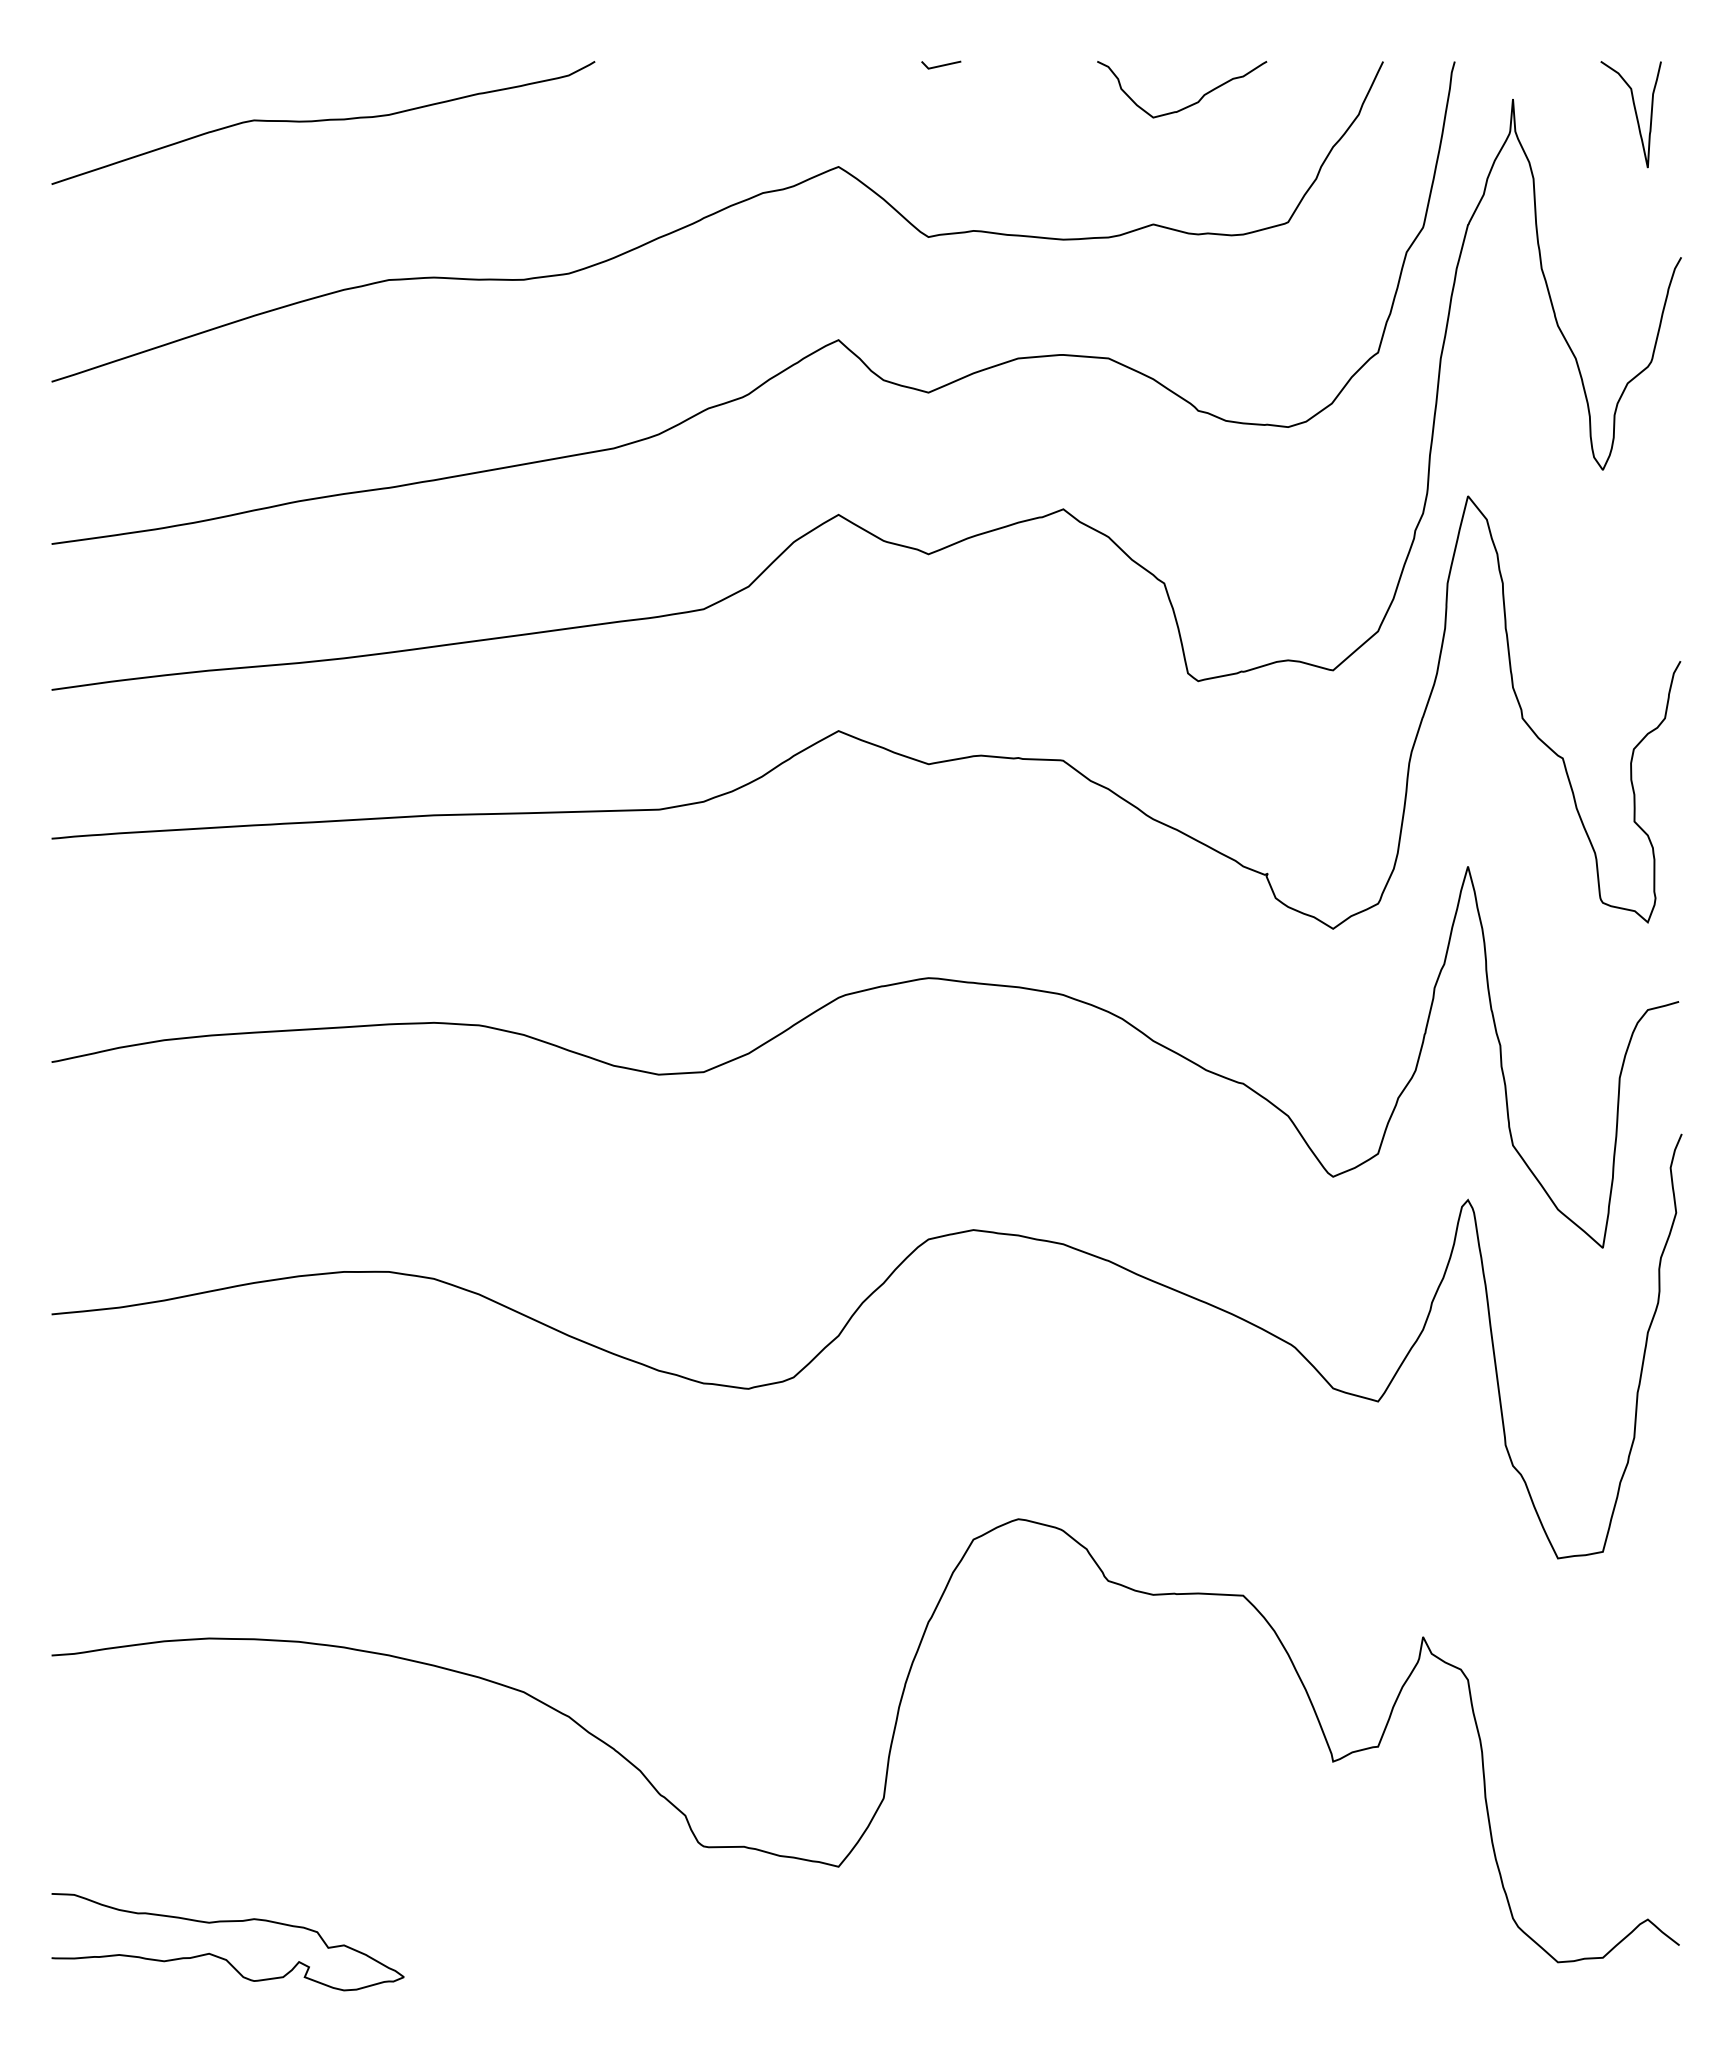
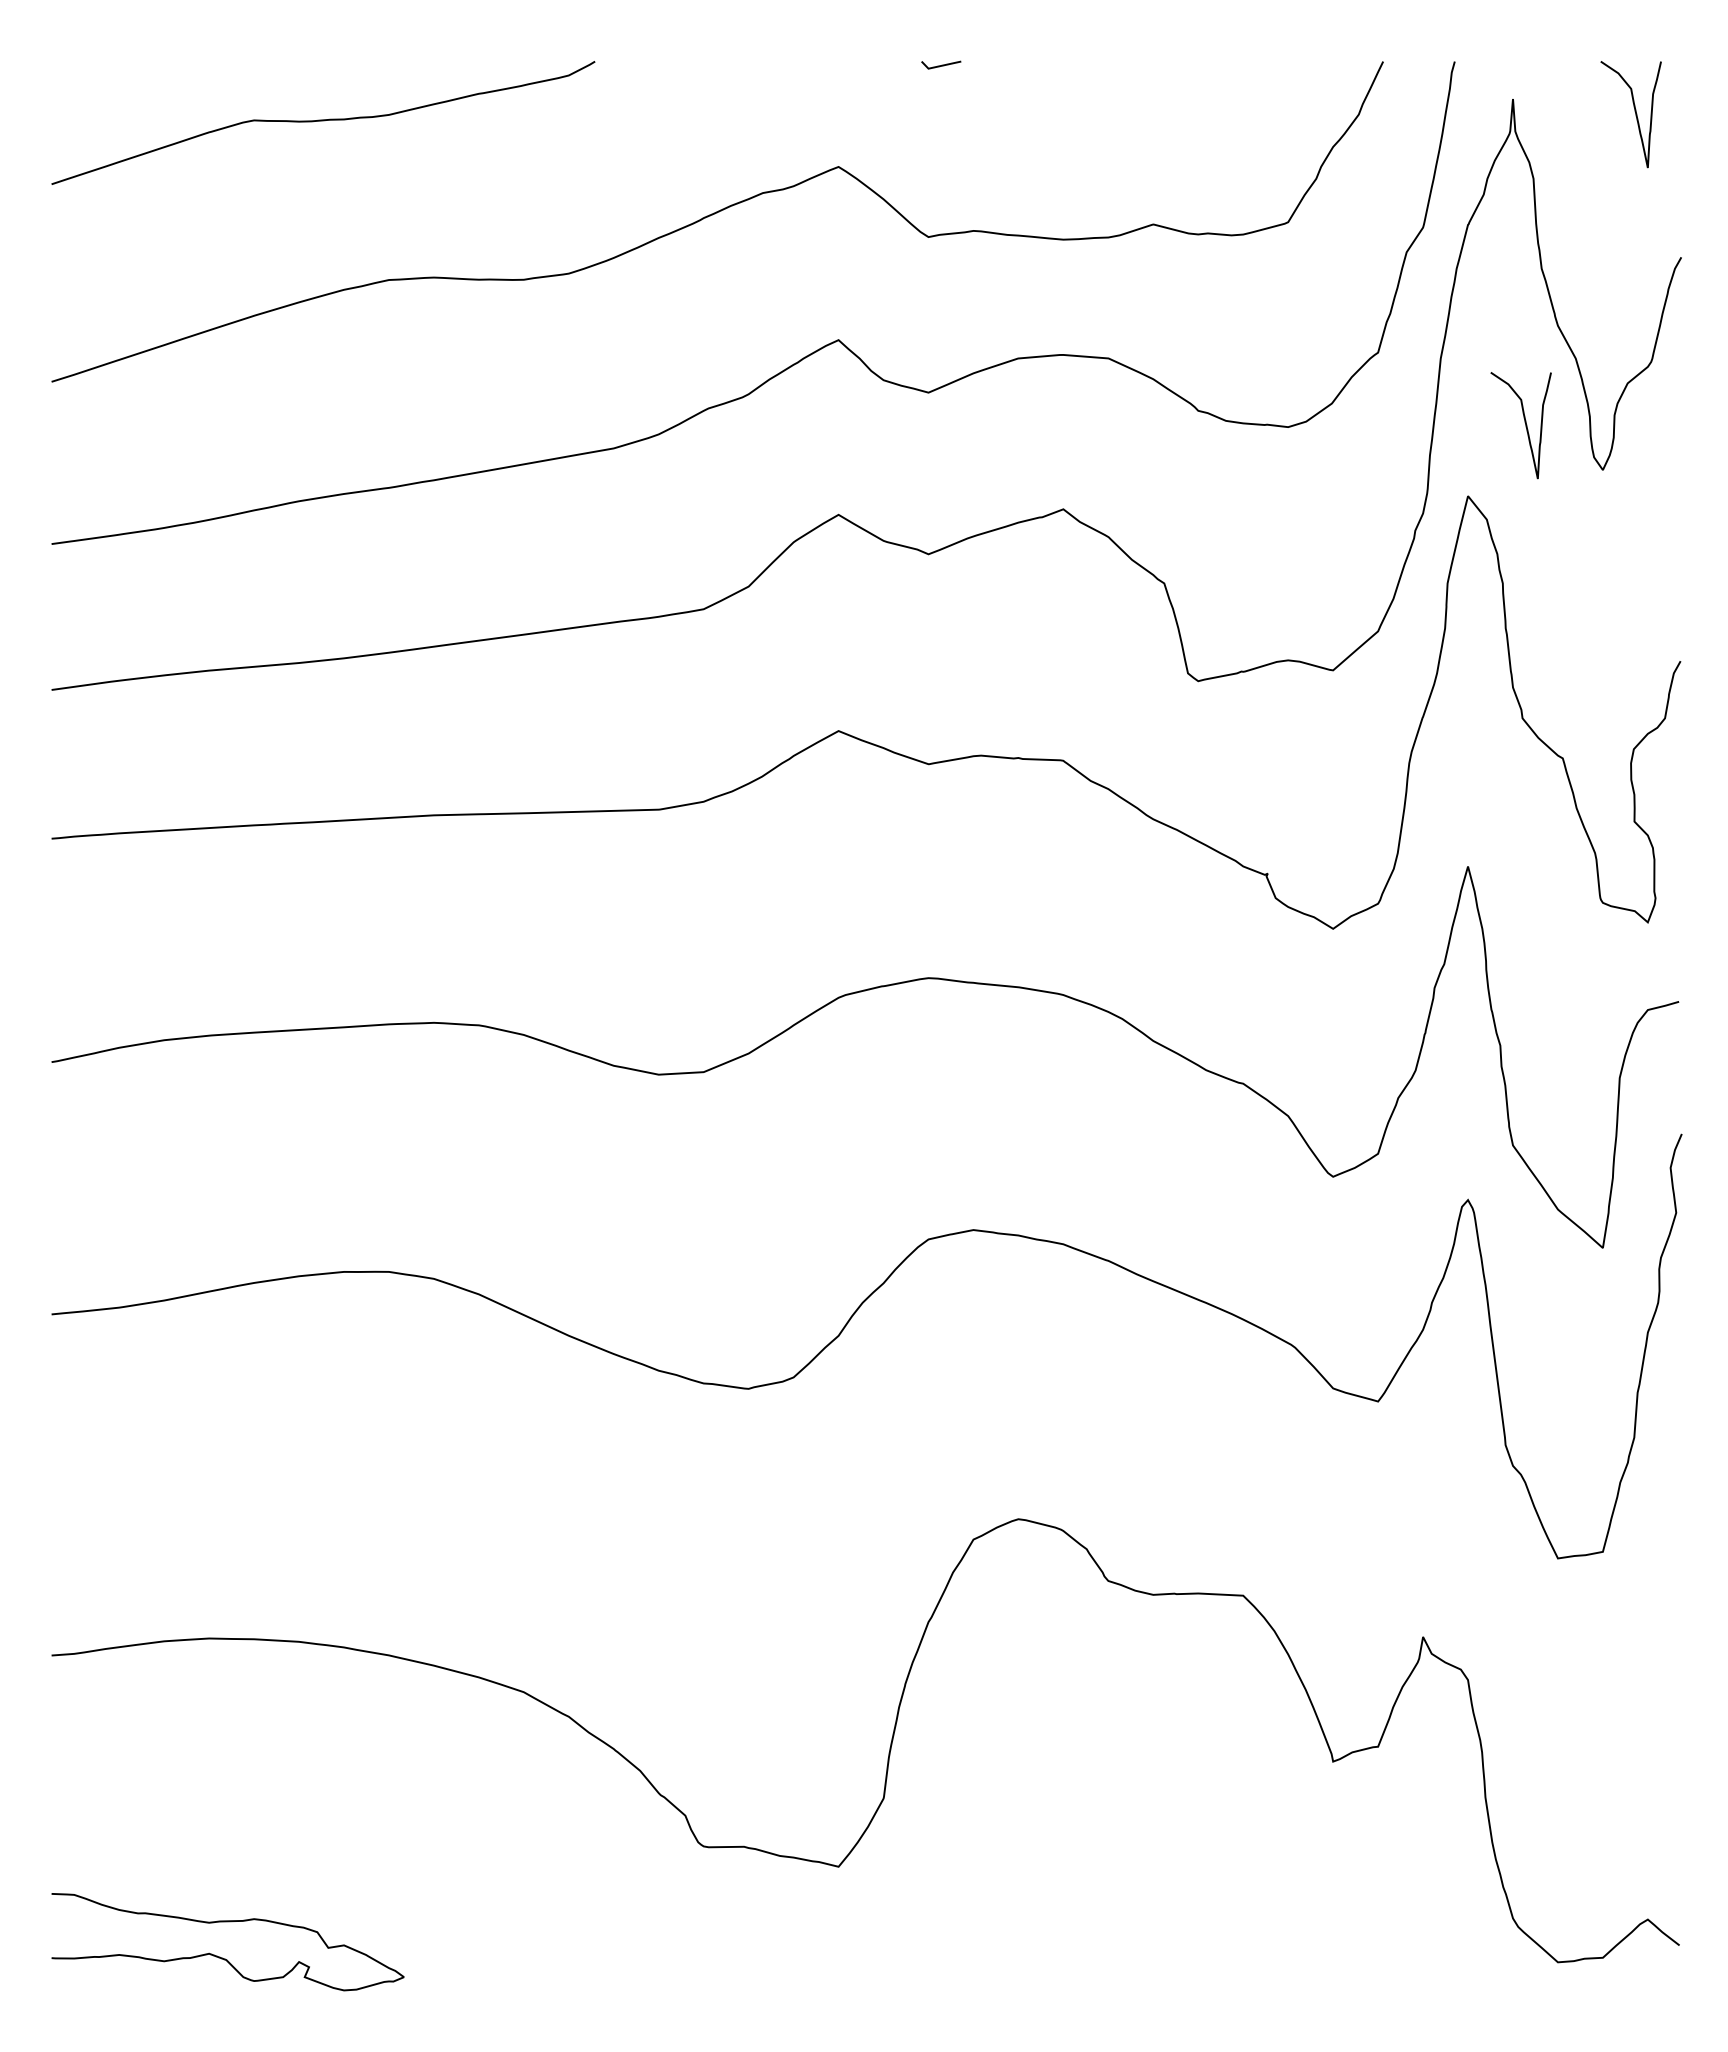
curve at (1190, 104): present -> none
curve at (1524, 422): none -> present
